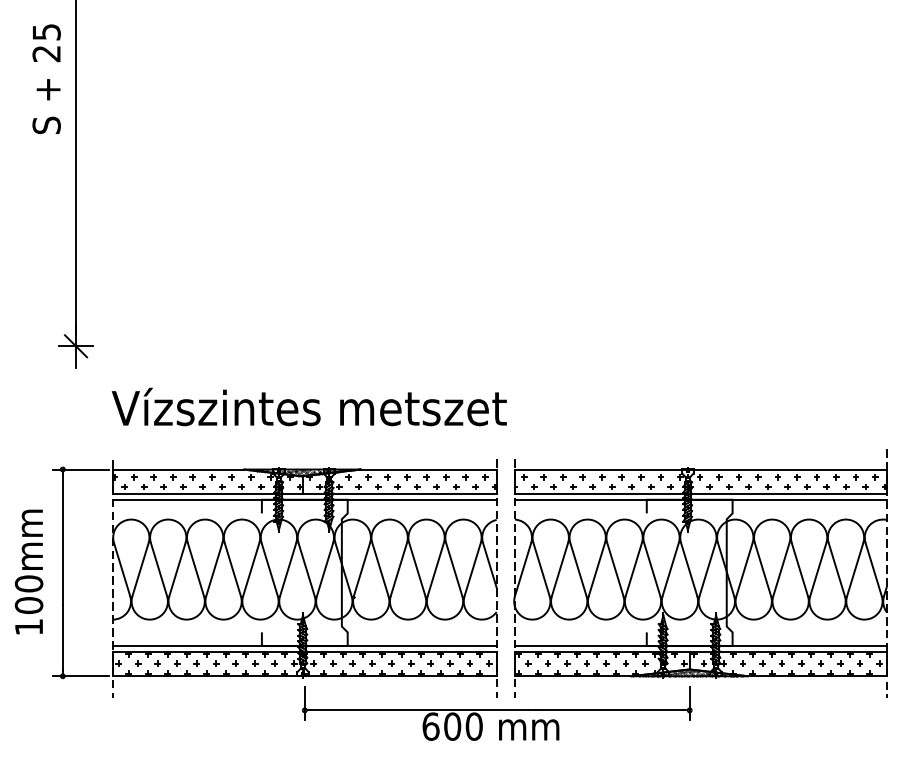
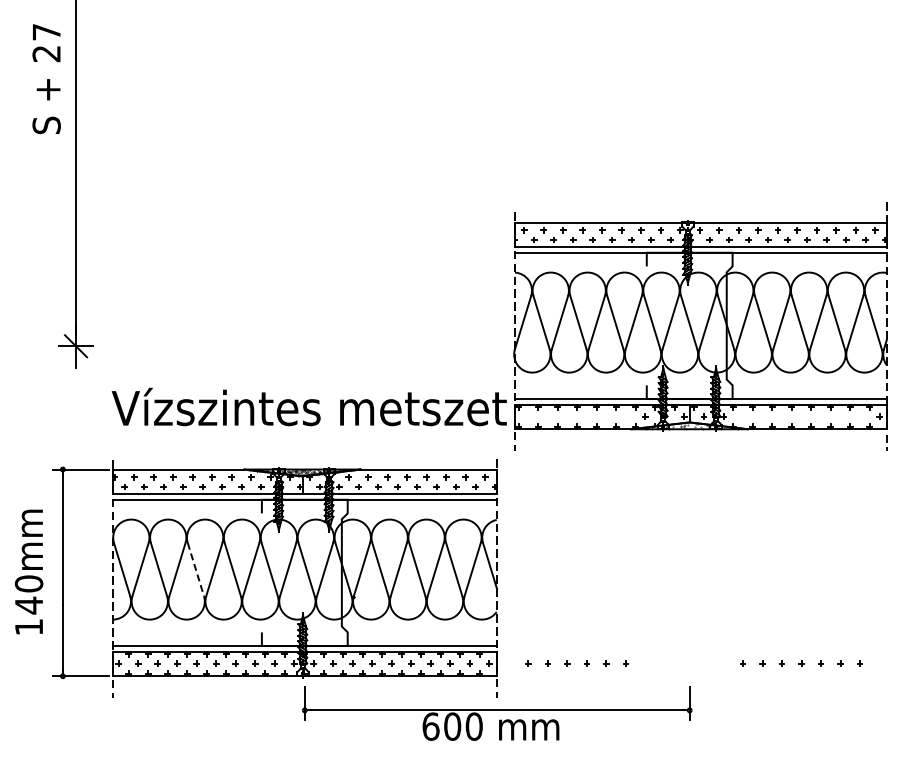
text at (46, 32): 25 -> 27
line at (195, 569): solid -> dashed
part at (700, 573) position: (700, 573) -> (700, 326)
text at (28, 605): 100mm -> 140mm
